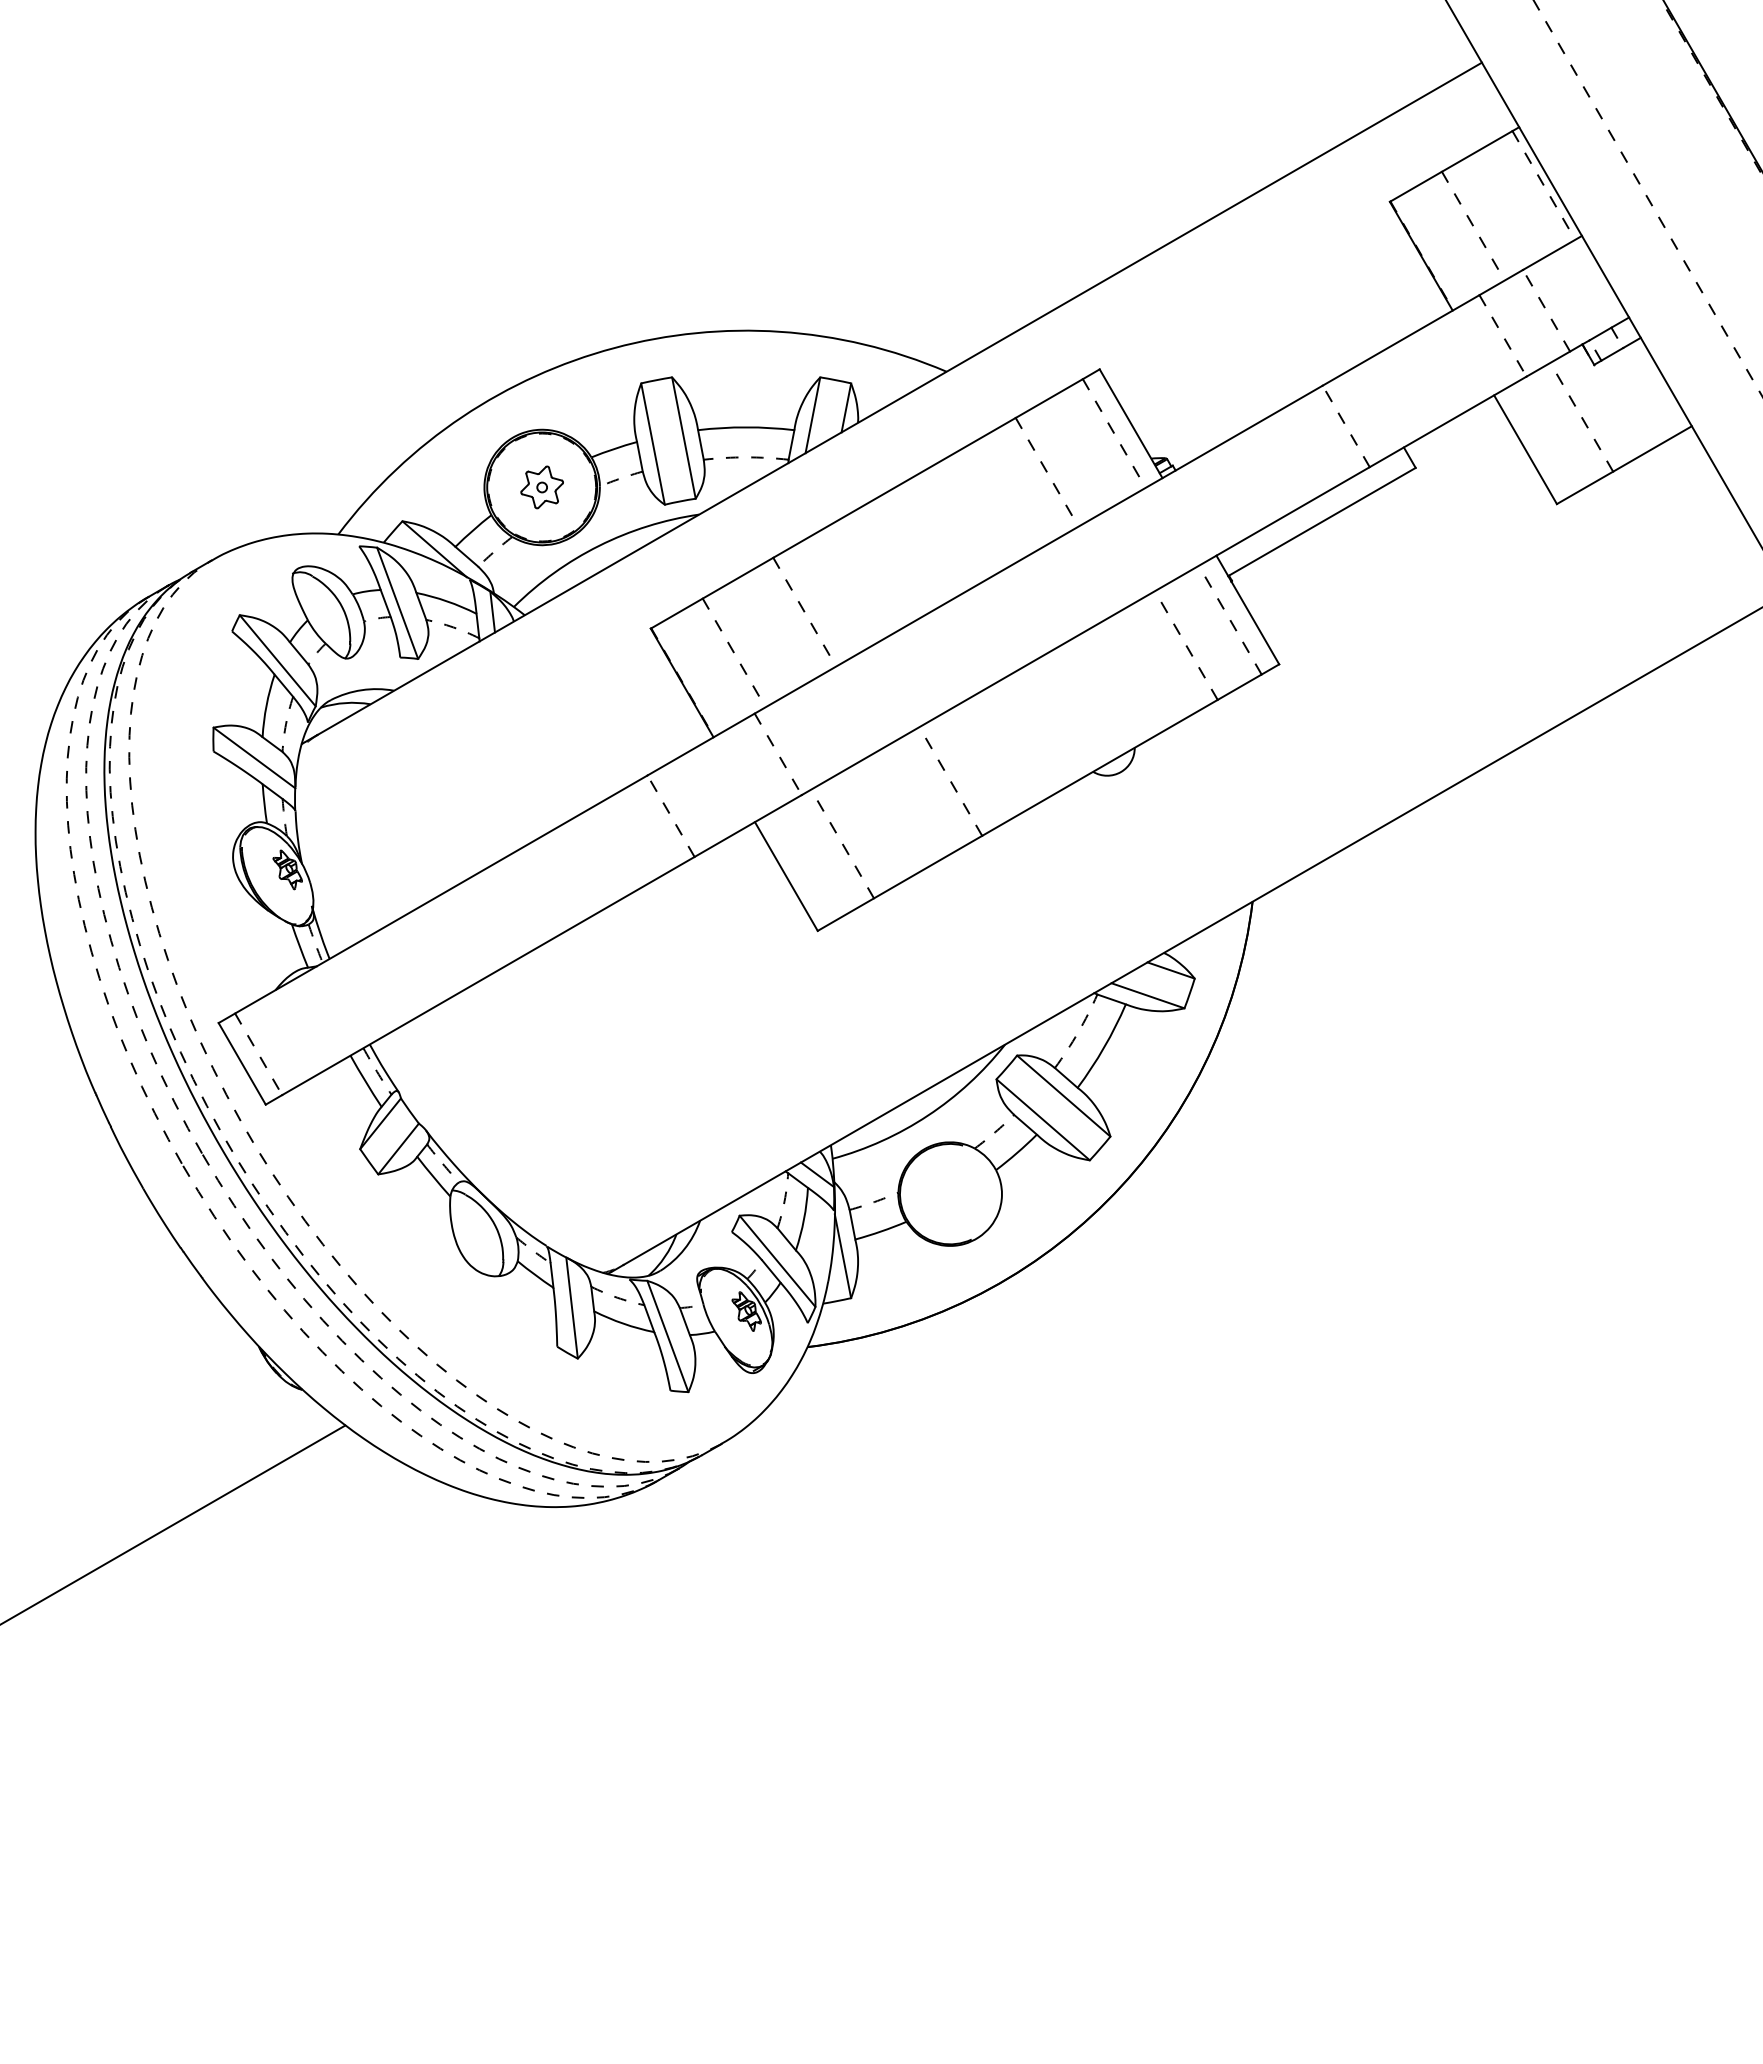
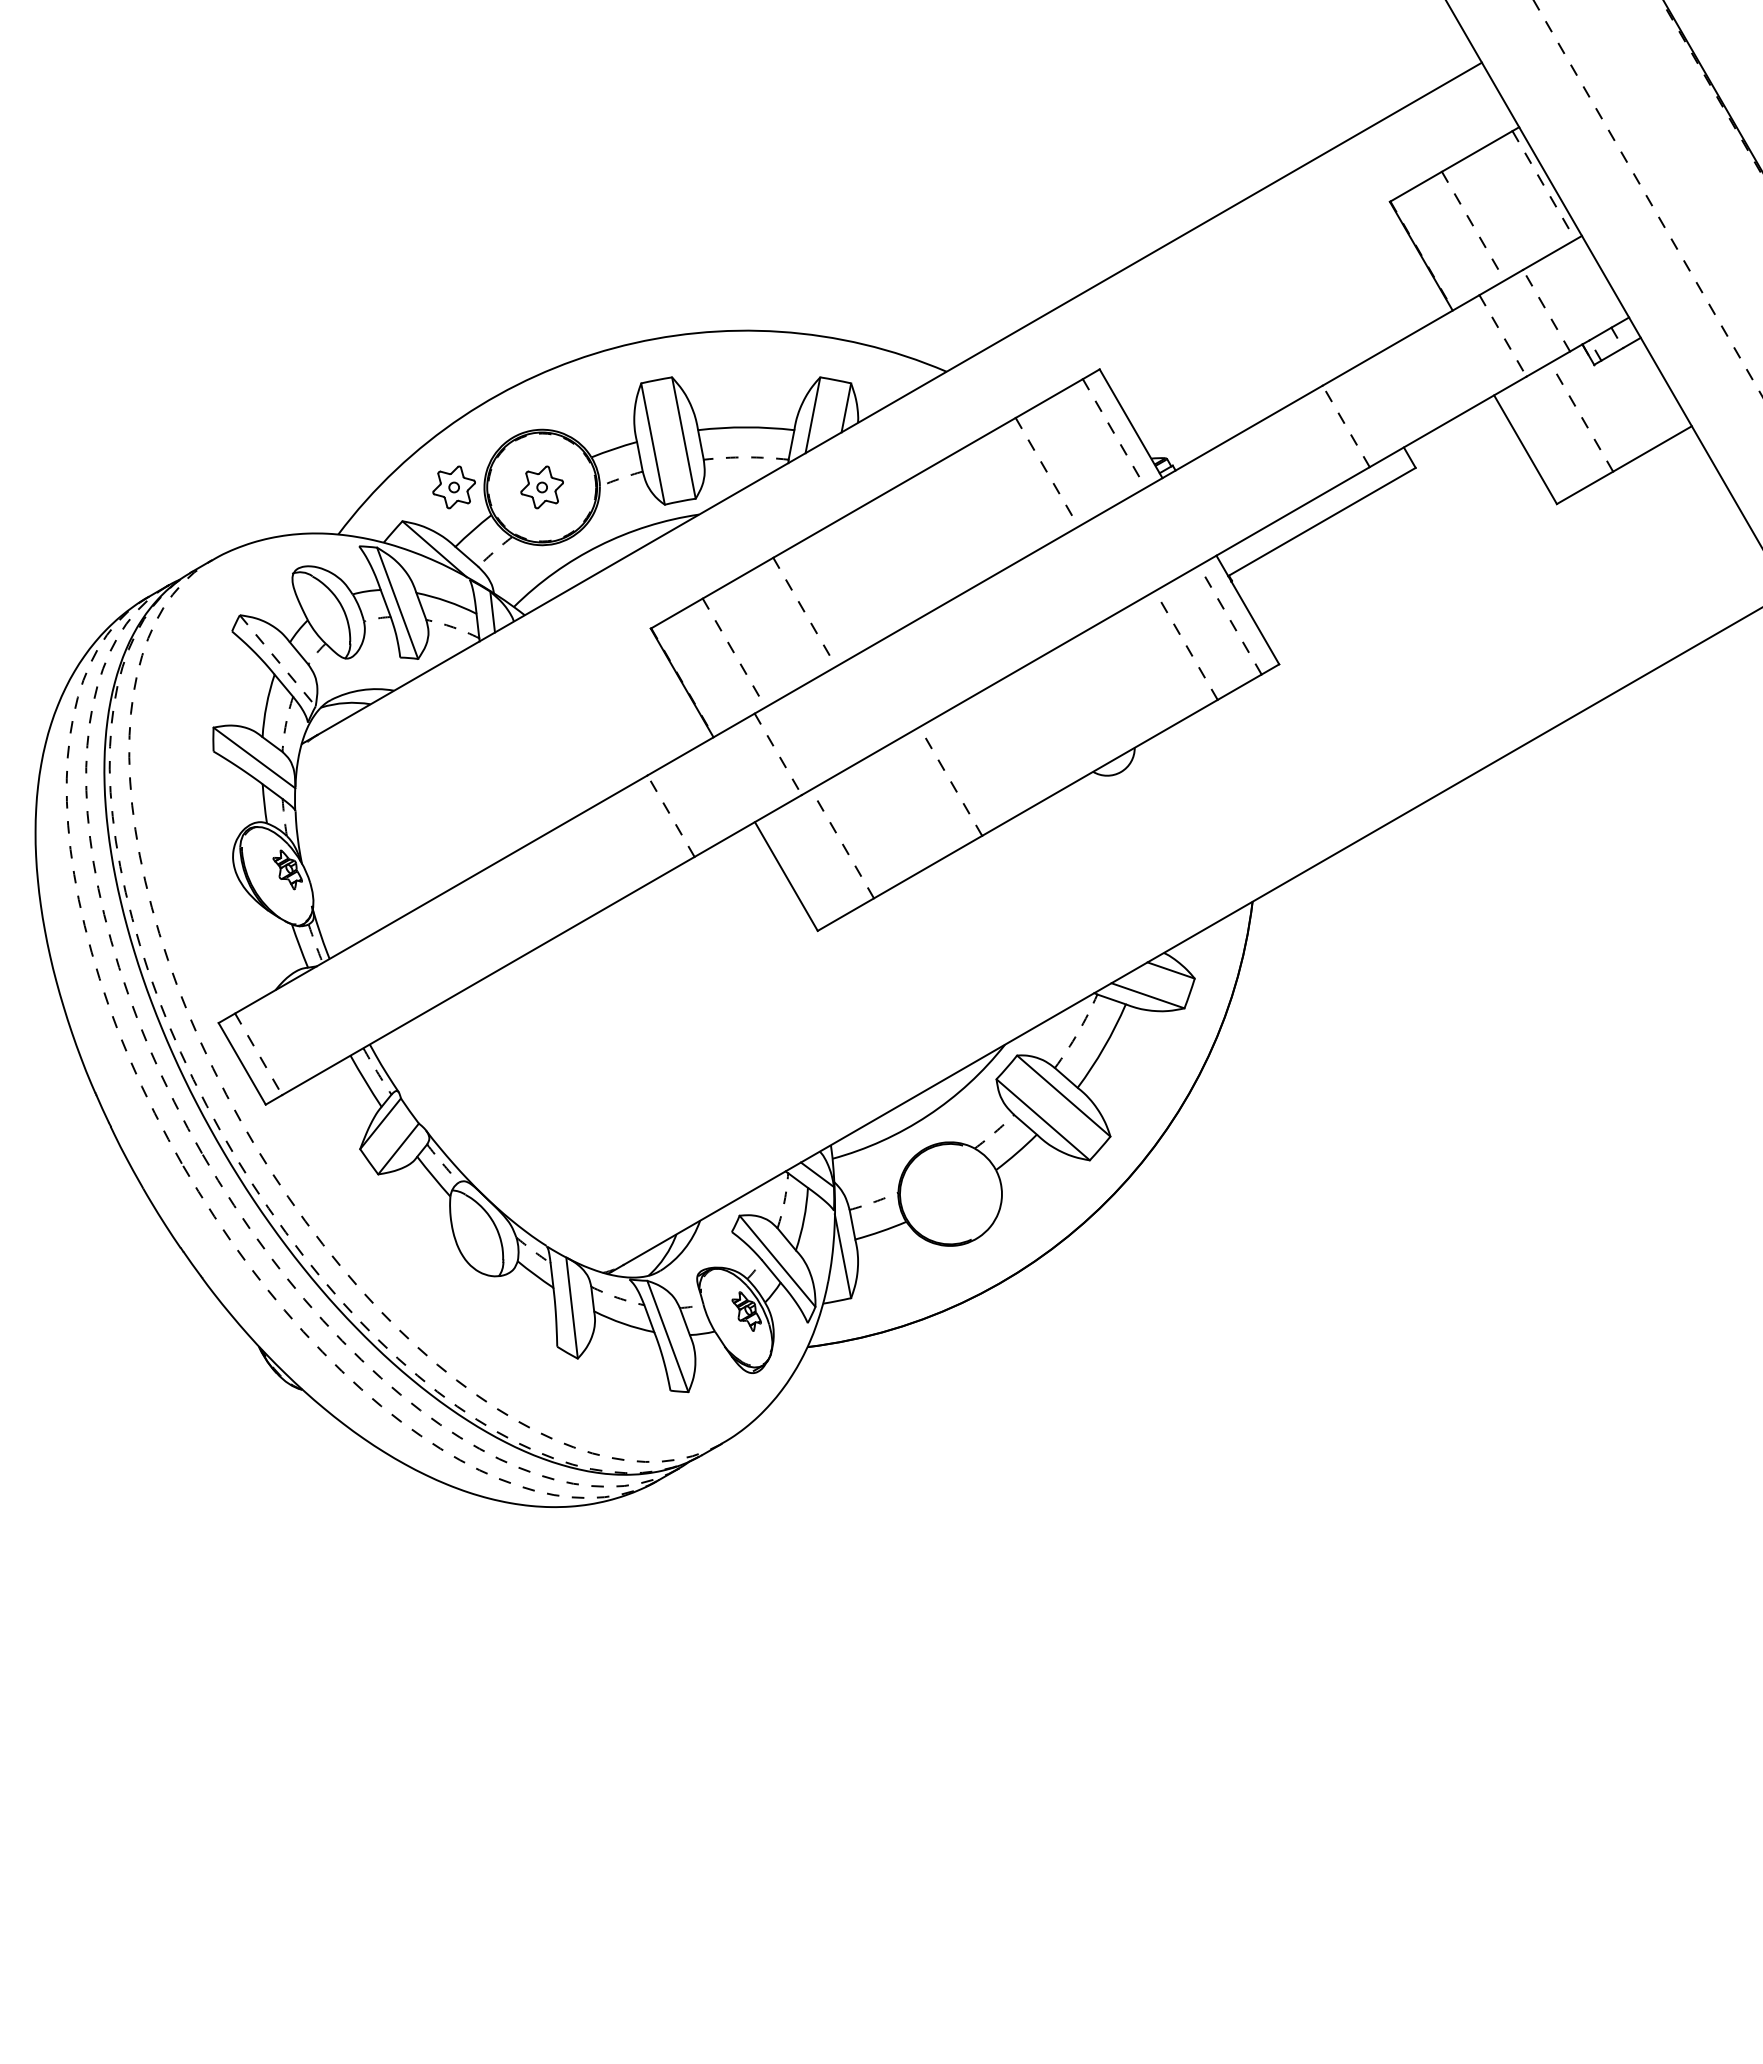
part at (453, 487): none -> present
line at (278, 661): solid -> dashed
line at (173, 1524): present -> none
